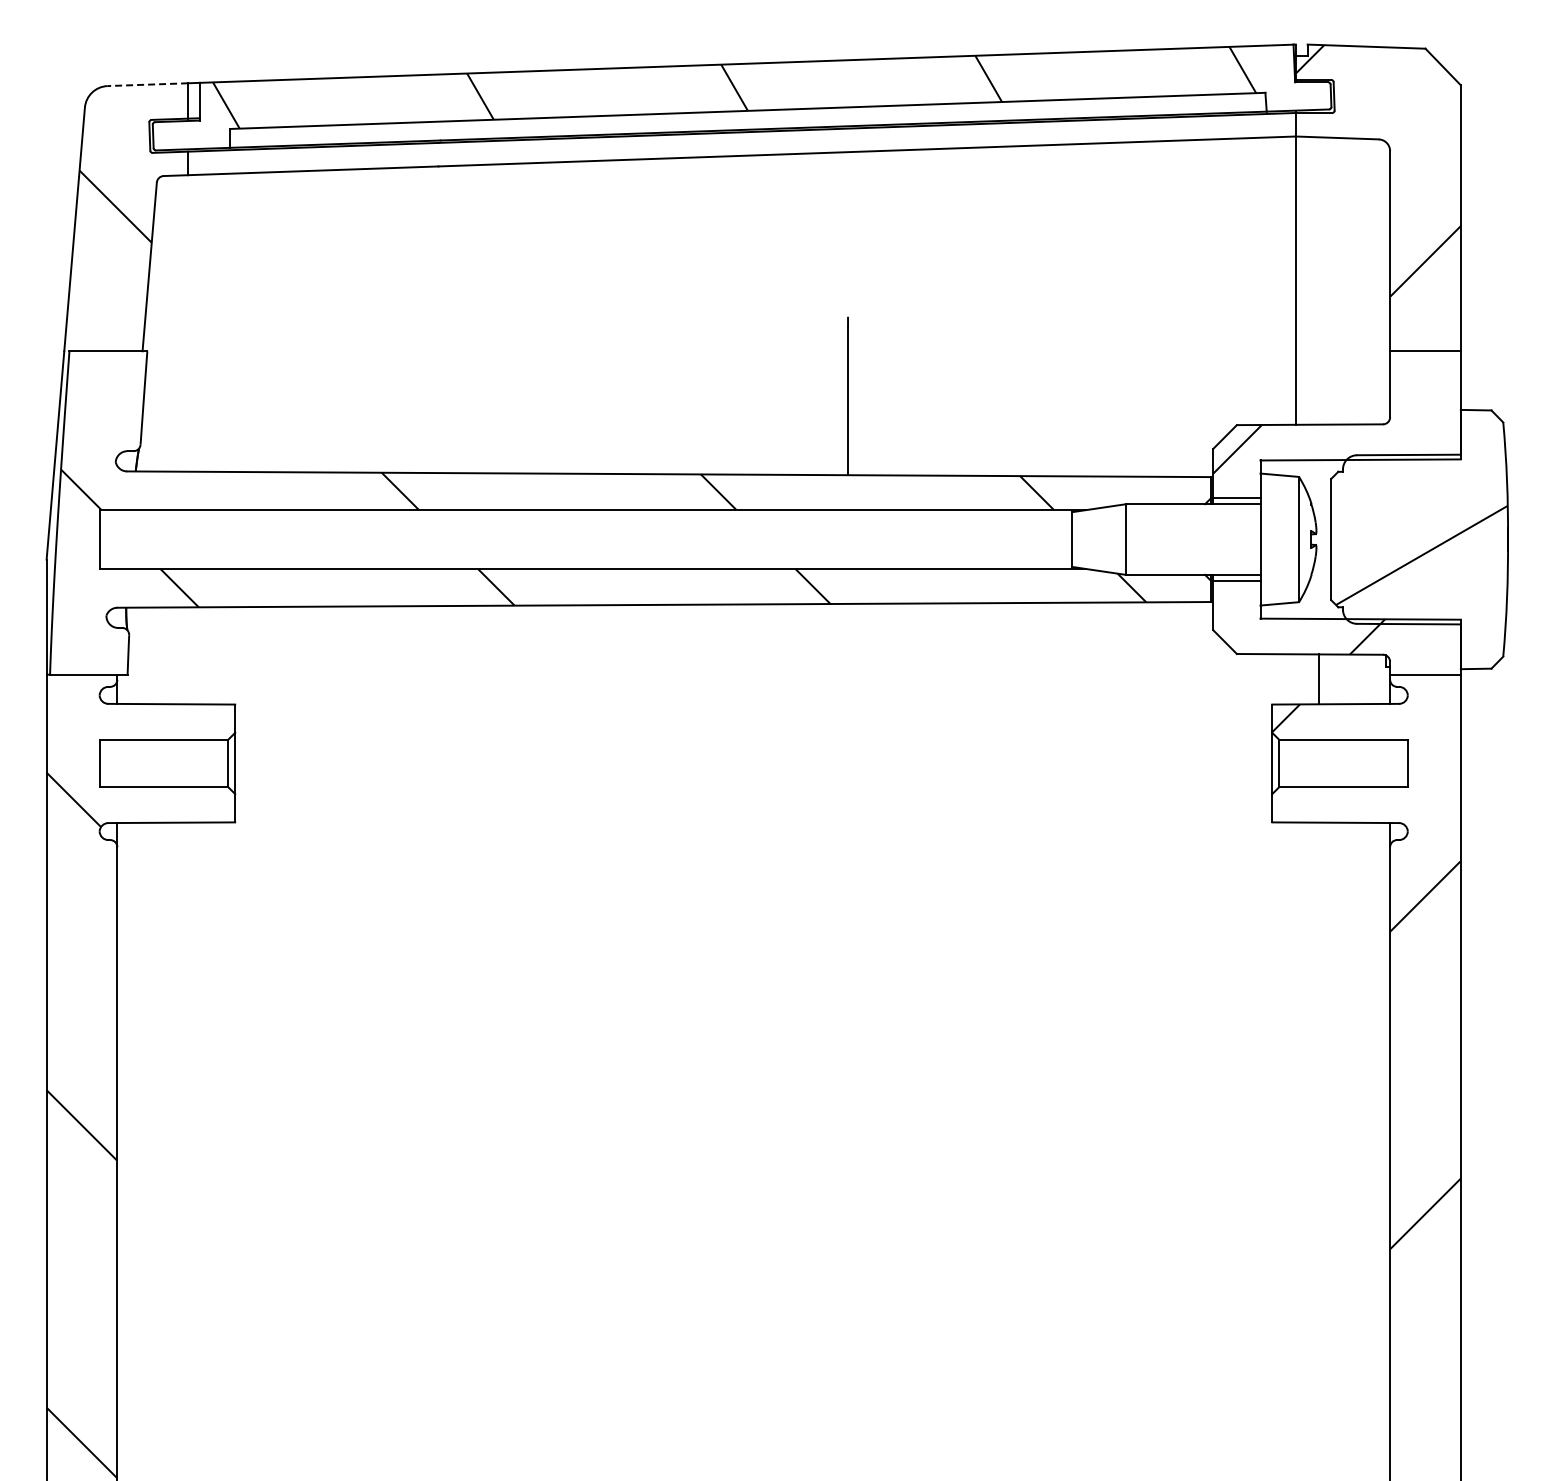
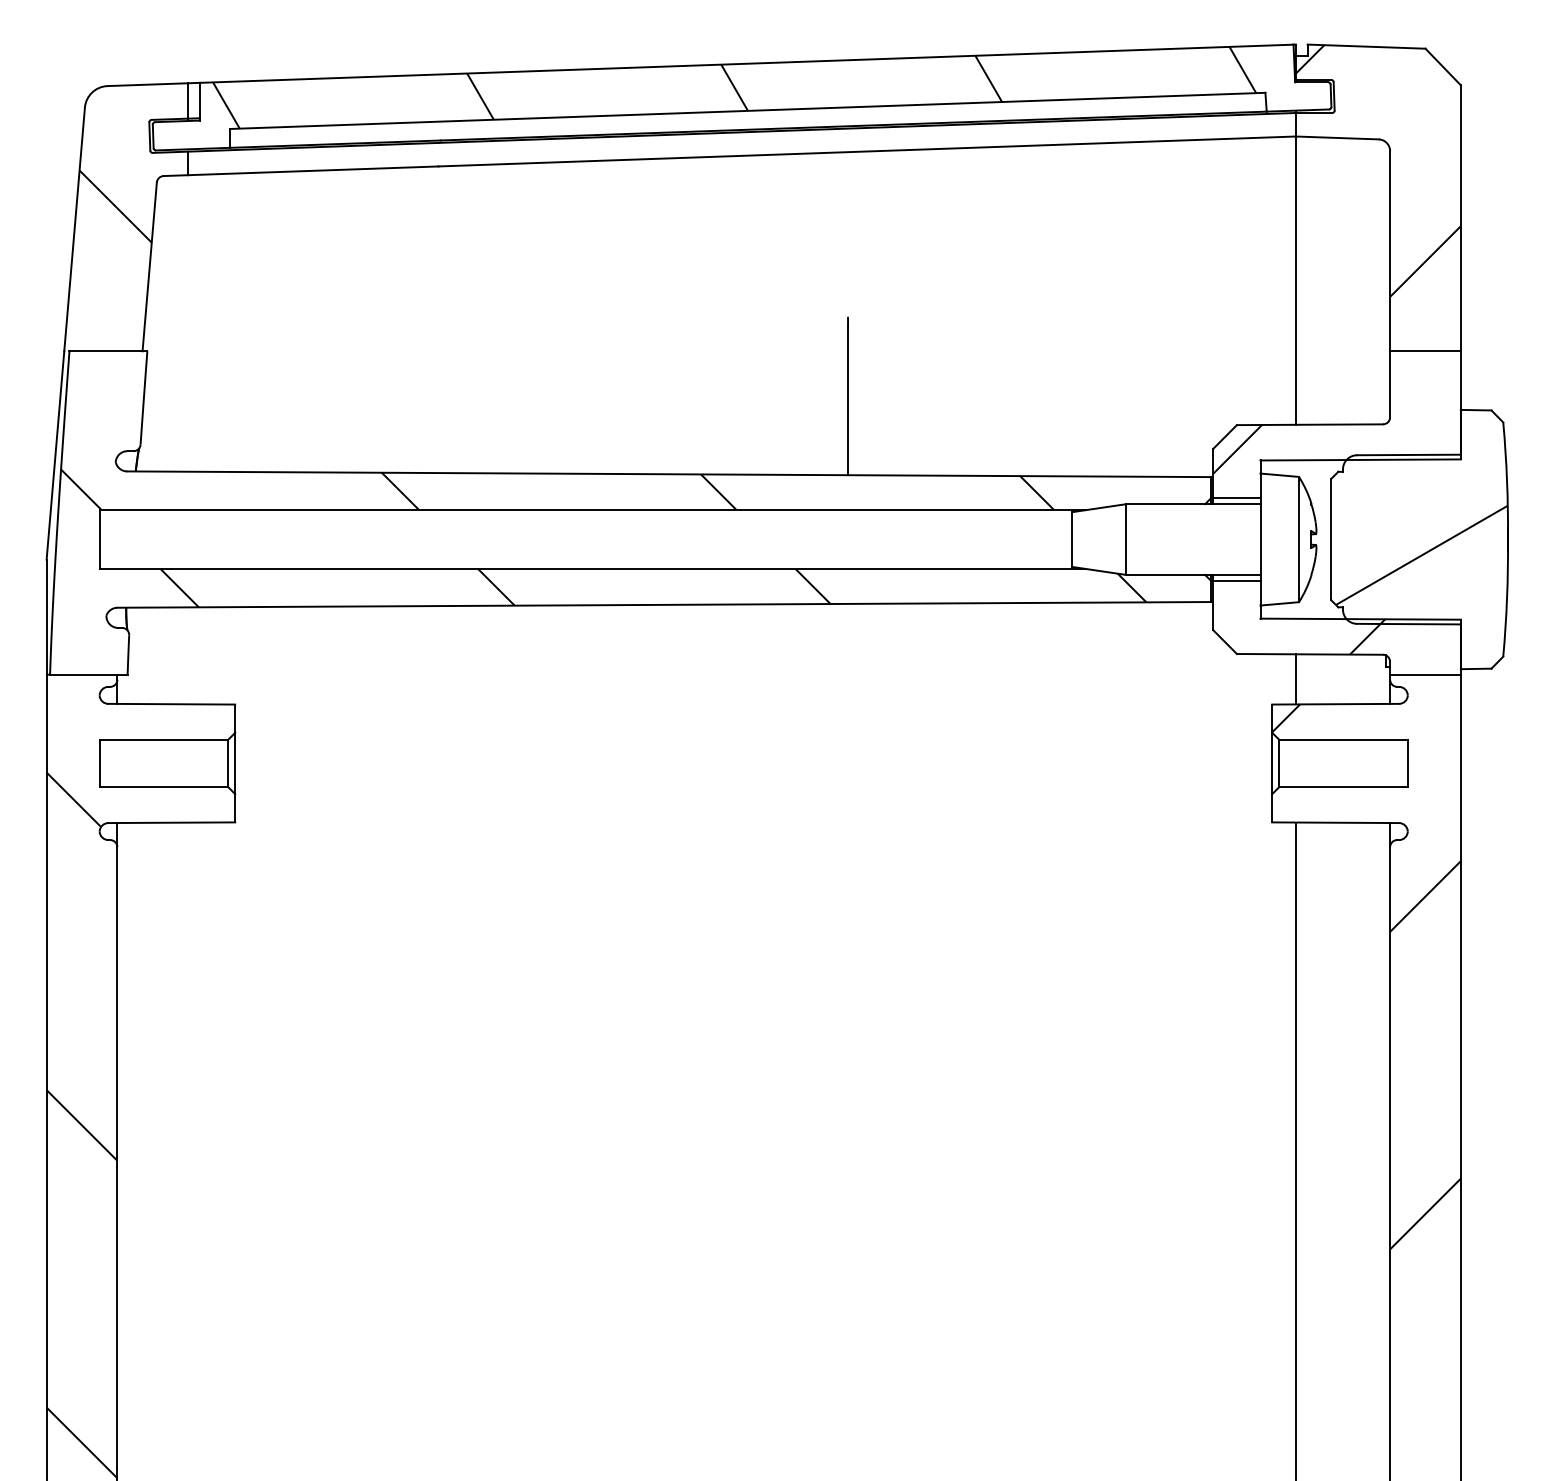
line at (147, 84): dashed -> solid
line at (1318, 679) position: (1318, 679) -> (1295, 679)
line at (1295, 1149): none -> present
